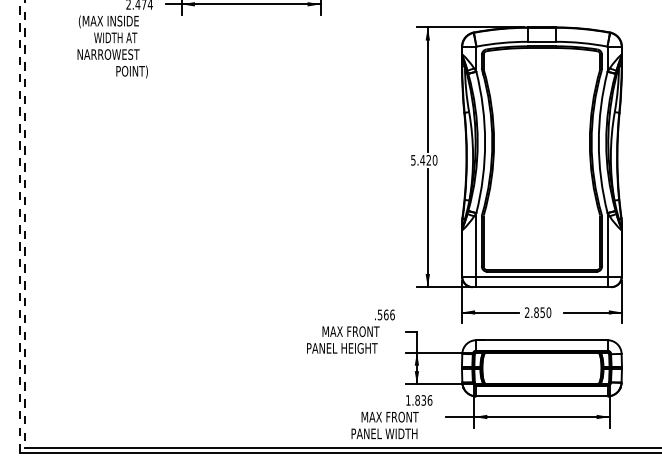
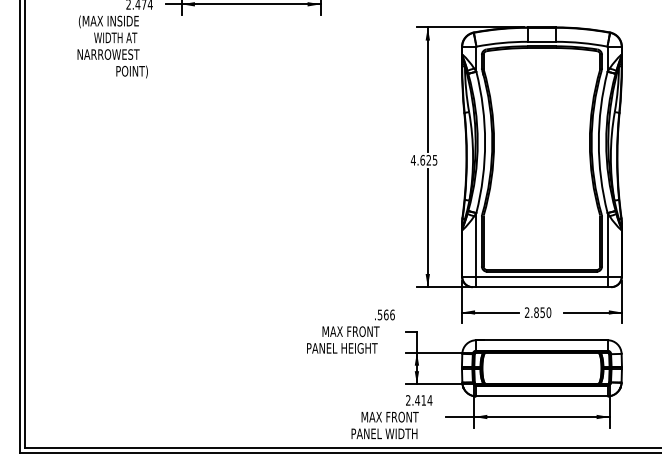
text at (423, 160): 5.420 -> 4.625
line at (25, 223): dashed -> solid
line at (19, 226): dashed -> solid
text at (419, 400): 1.836 -> 2.414
